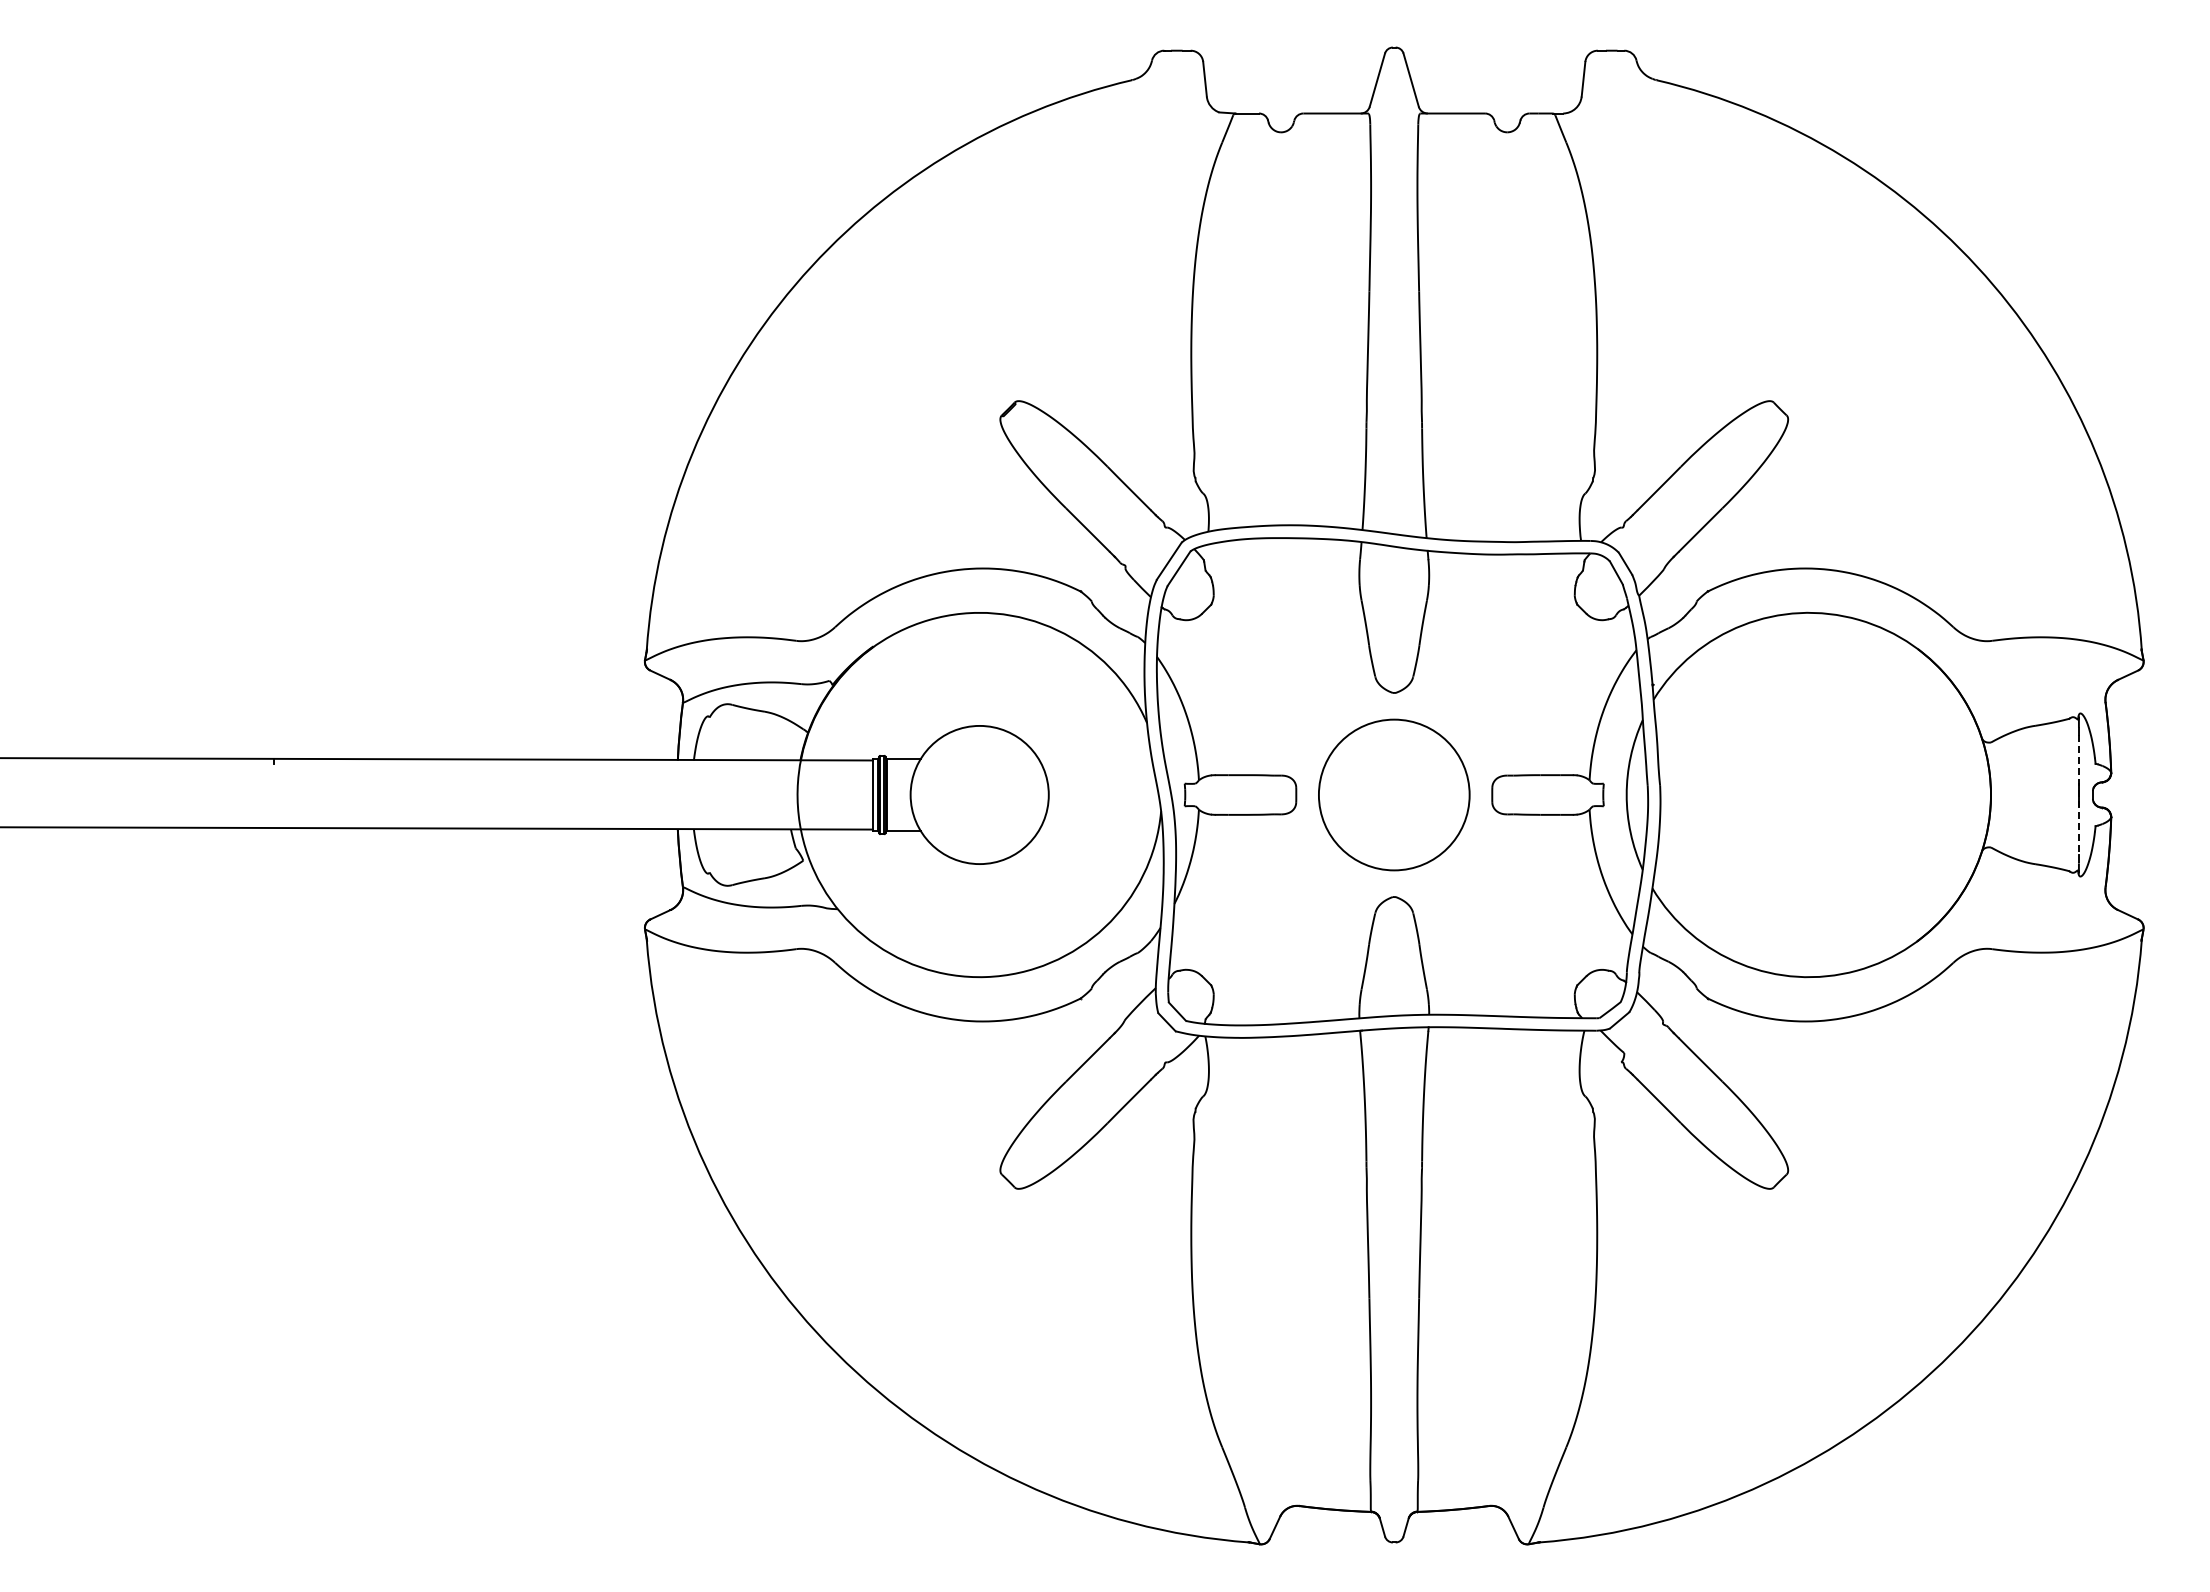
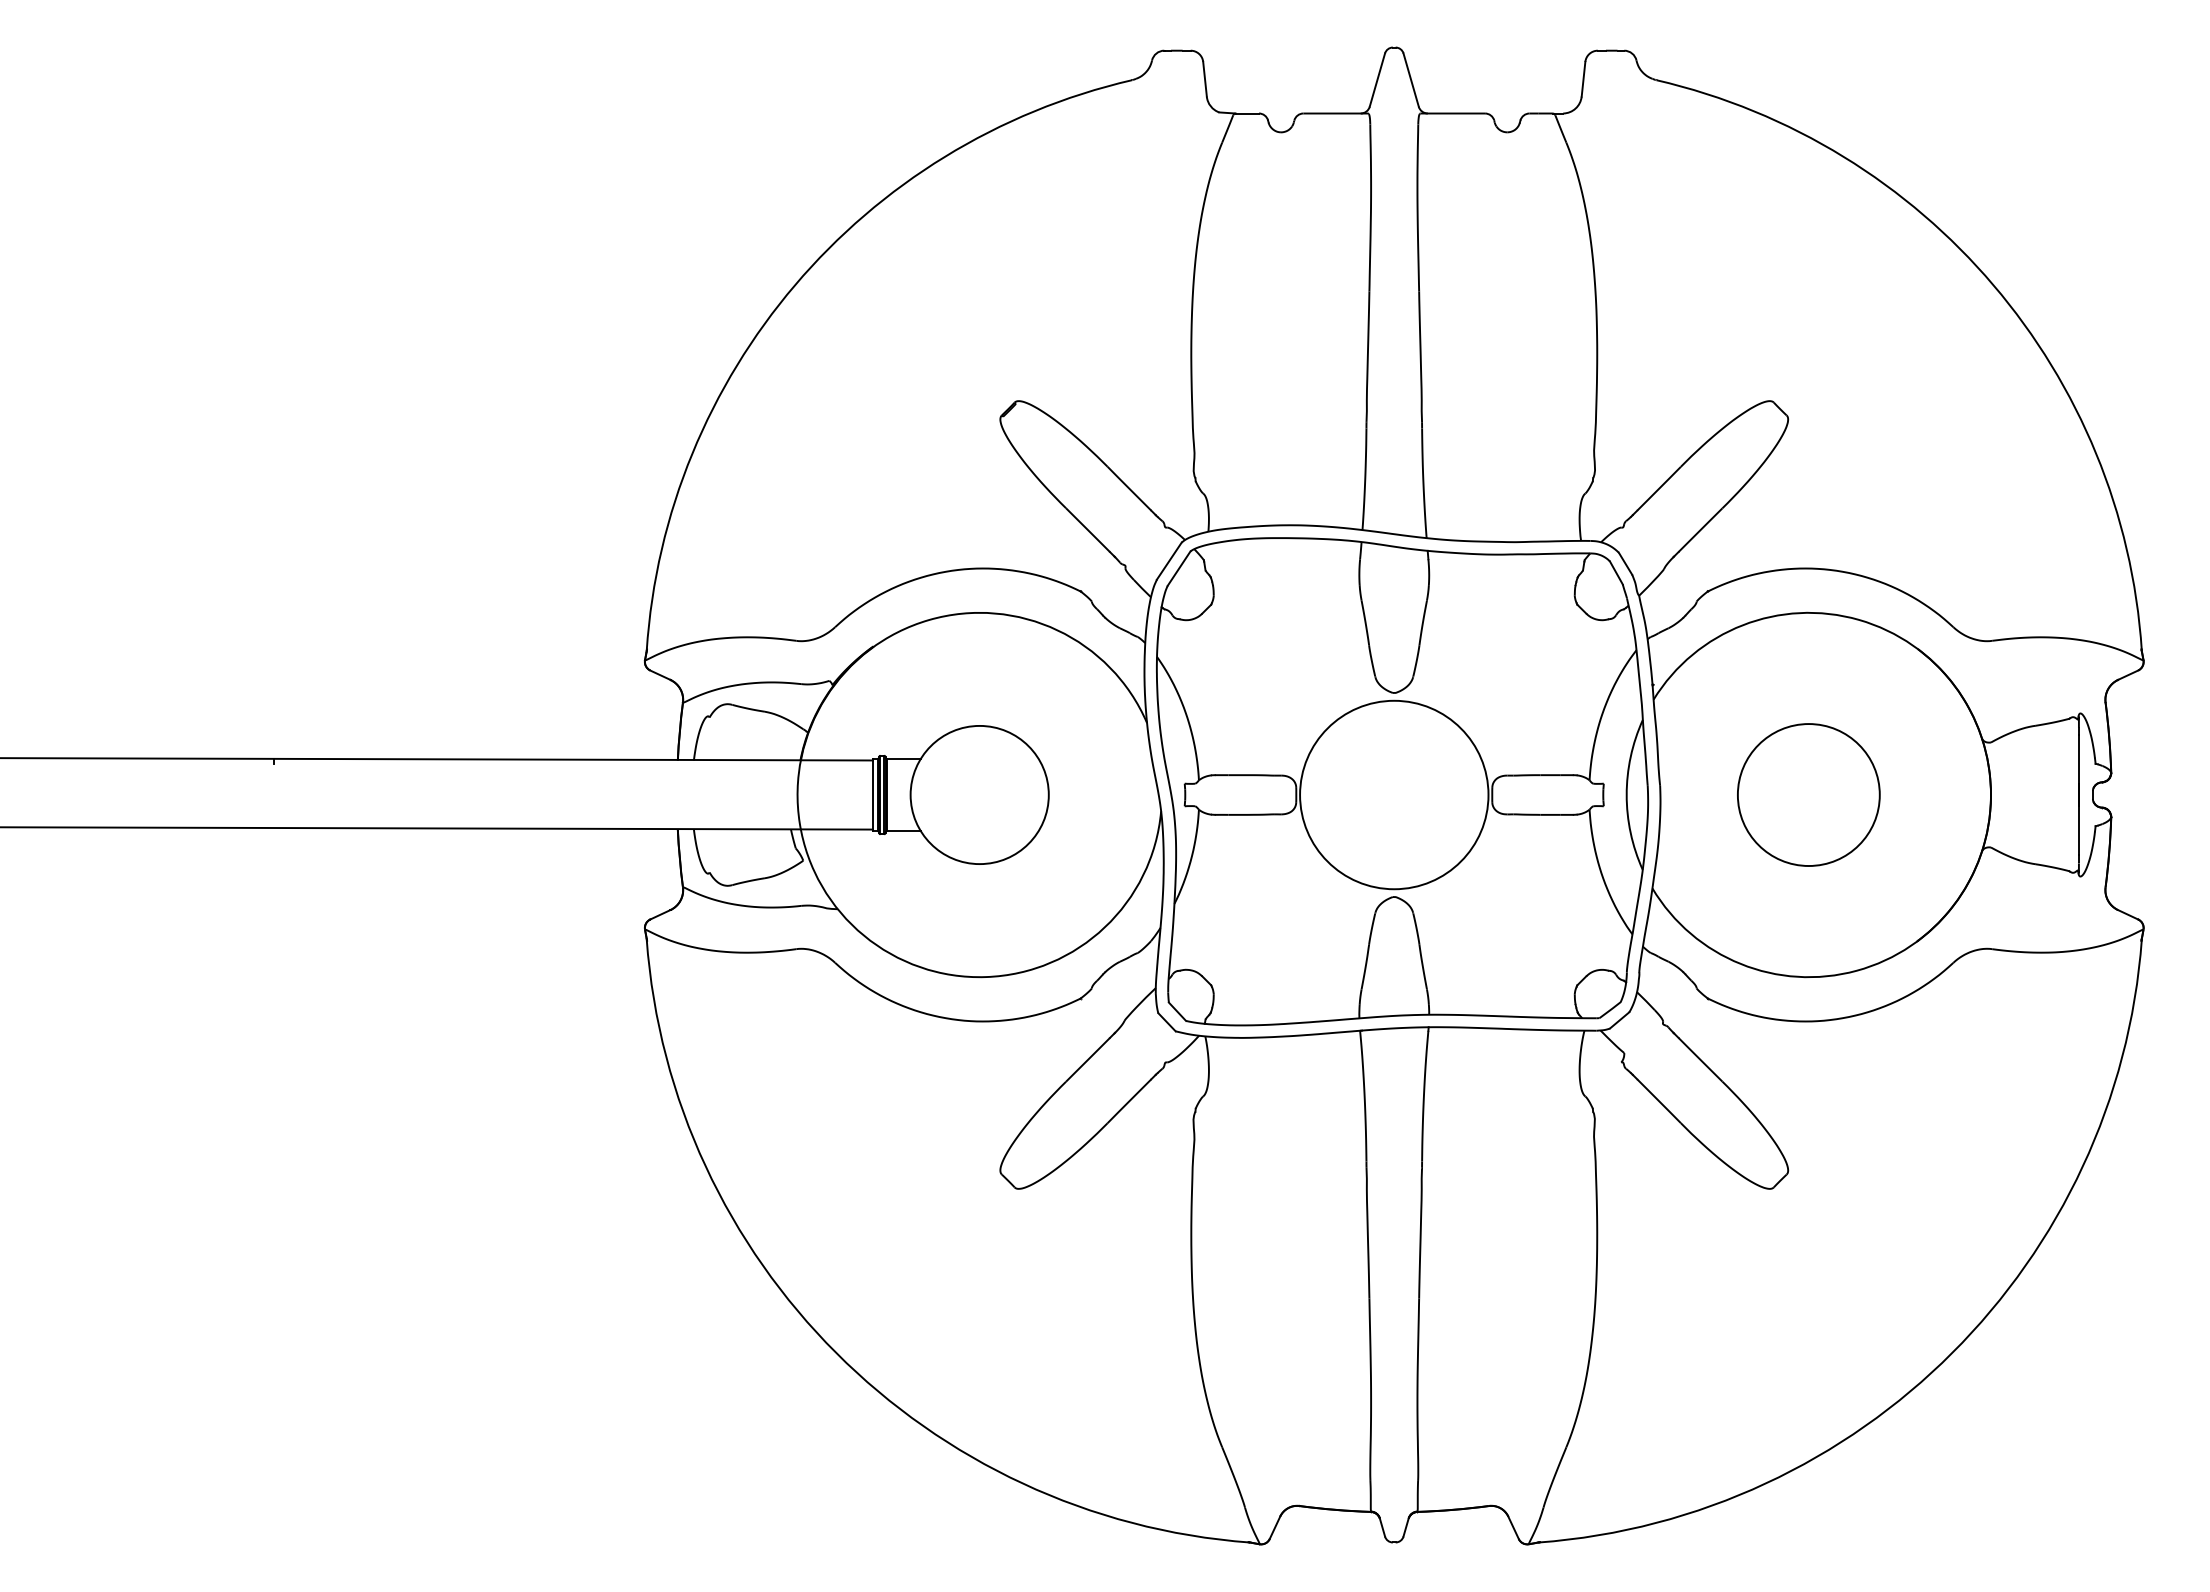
circle at (1393, 794) diameter: 151 px -> 188 px
circle at (1808, 794): none -> present
line at (2078, 795): dashed -> solid
